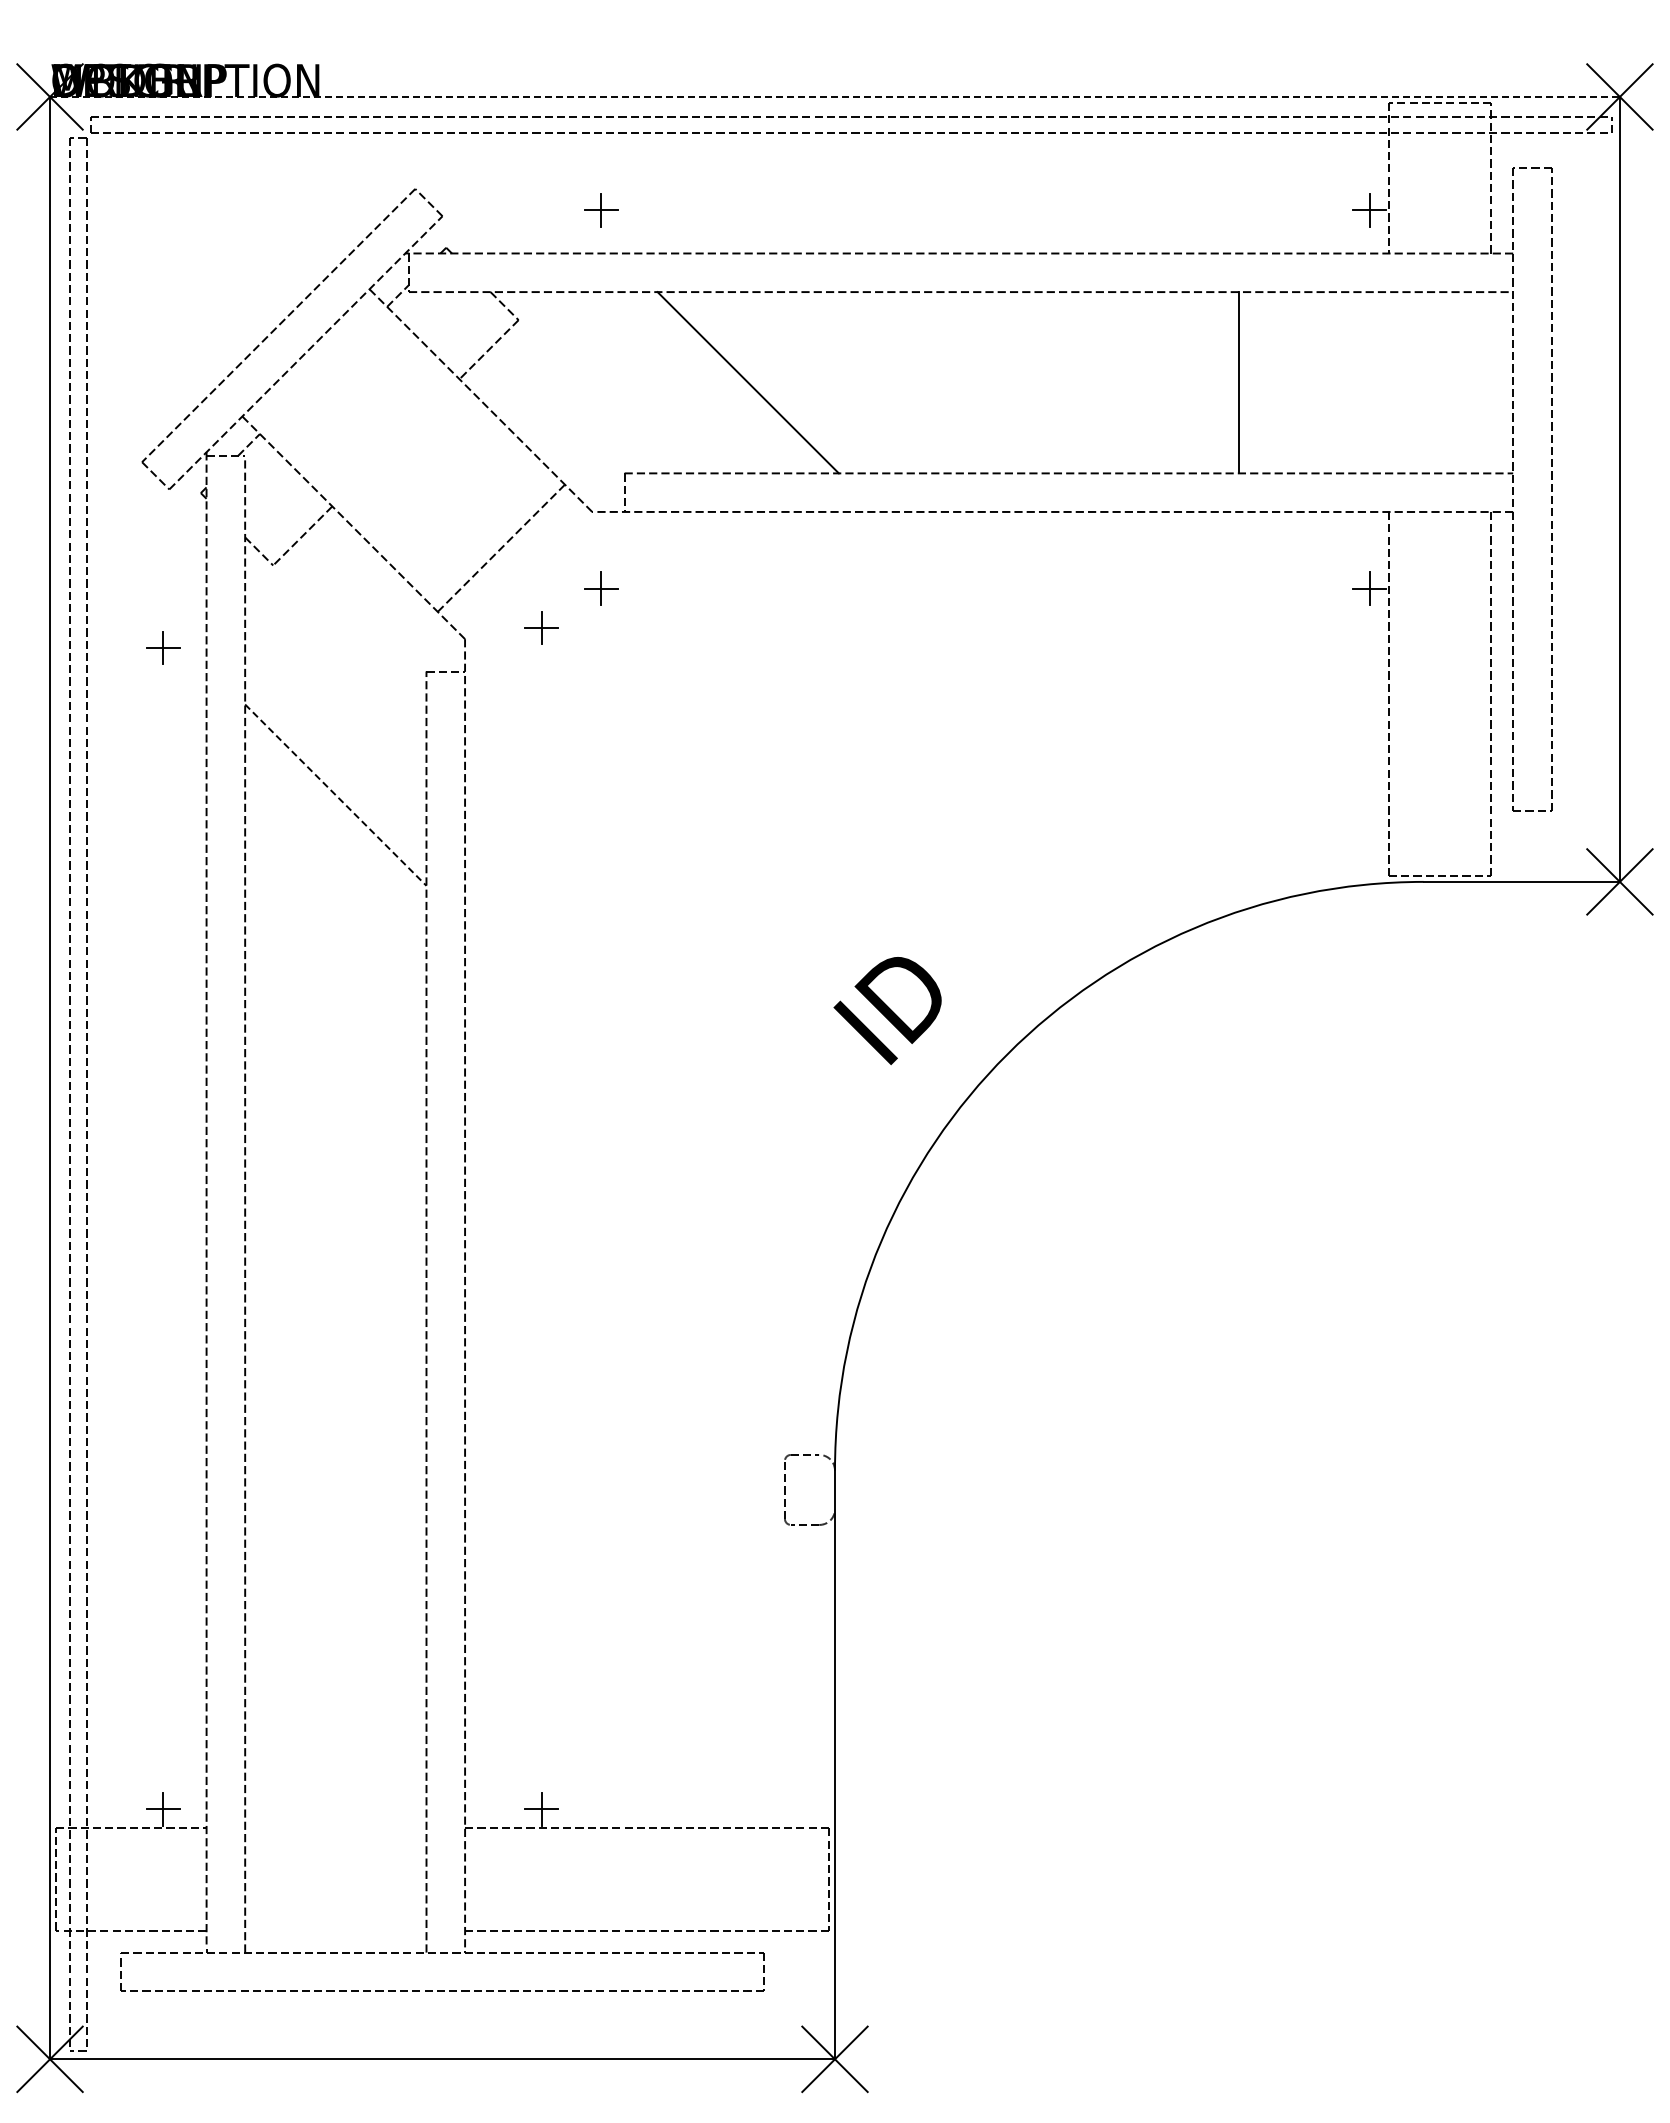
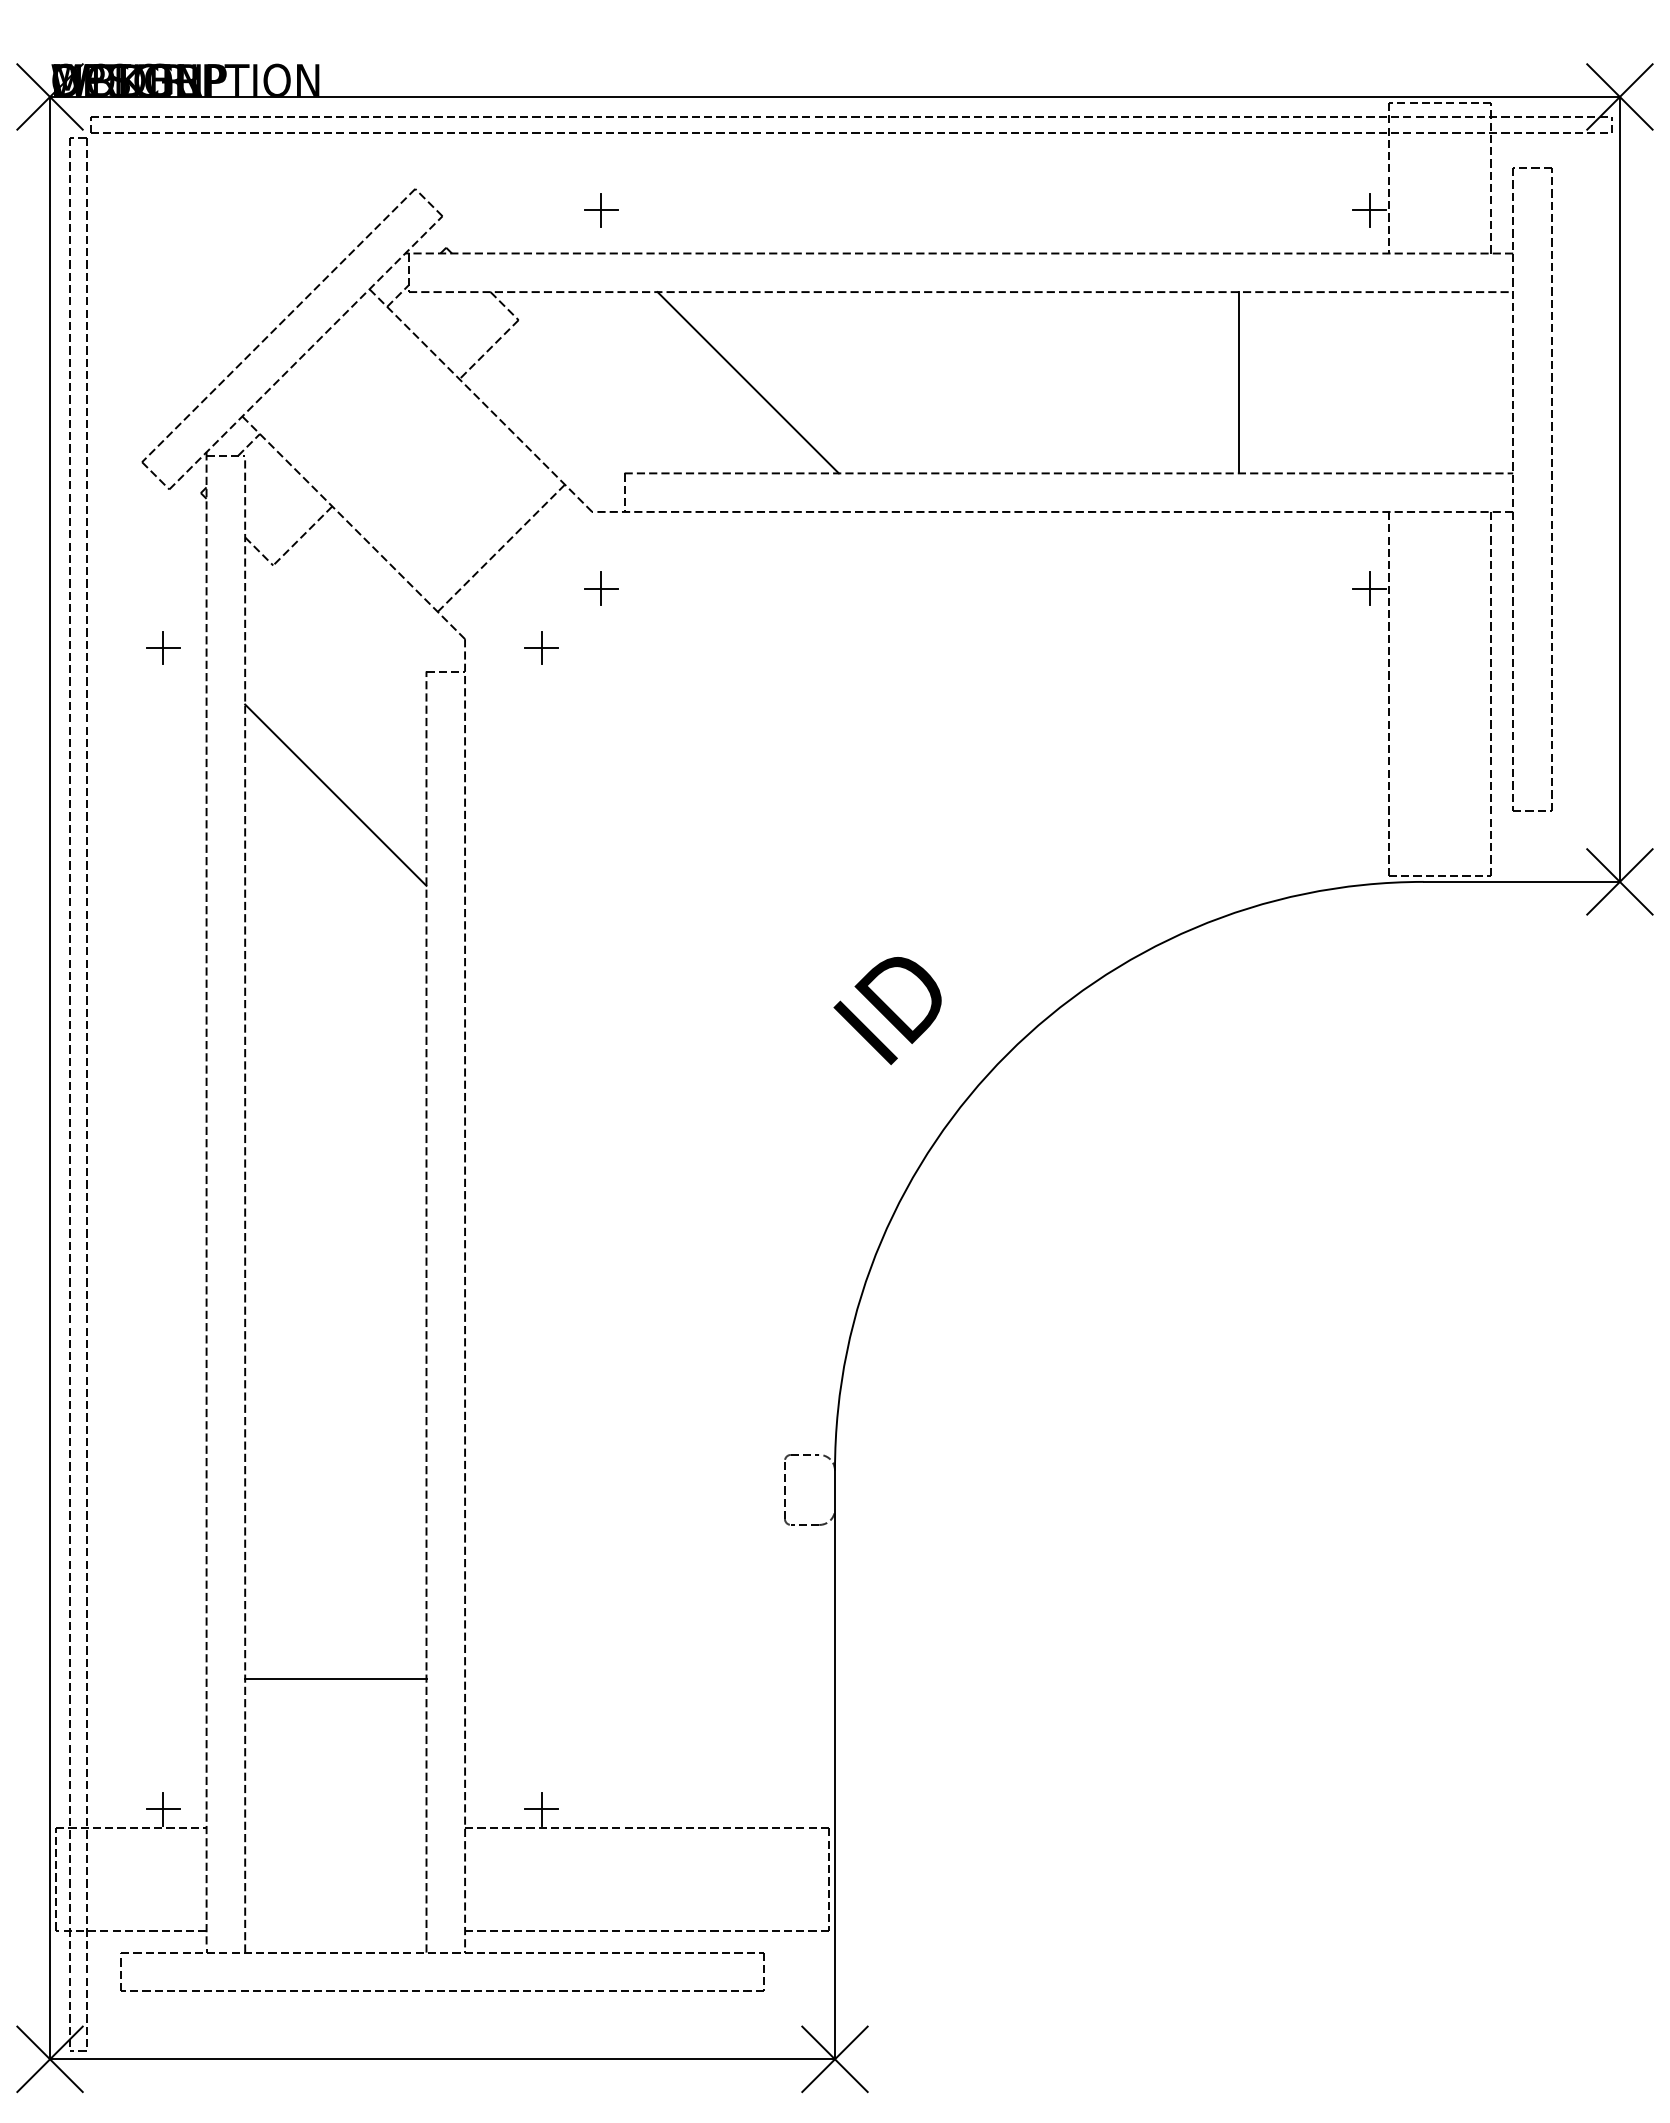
line at (835, 96): dashed -> solid
part at (541, 627) position: (541, 627) -> (541, 647)
line at (336, 795): dashed -> solid
line at (335, 1678): none -> present
